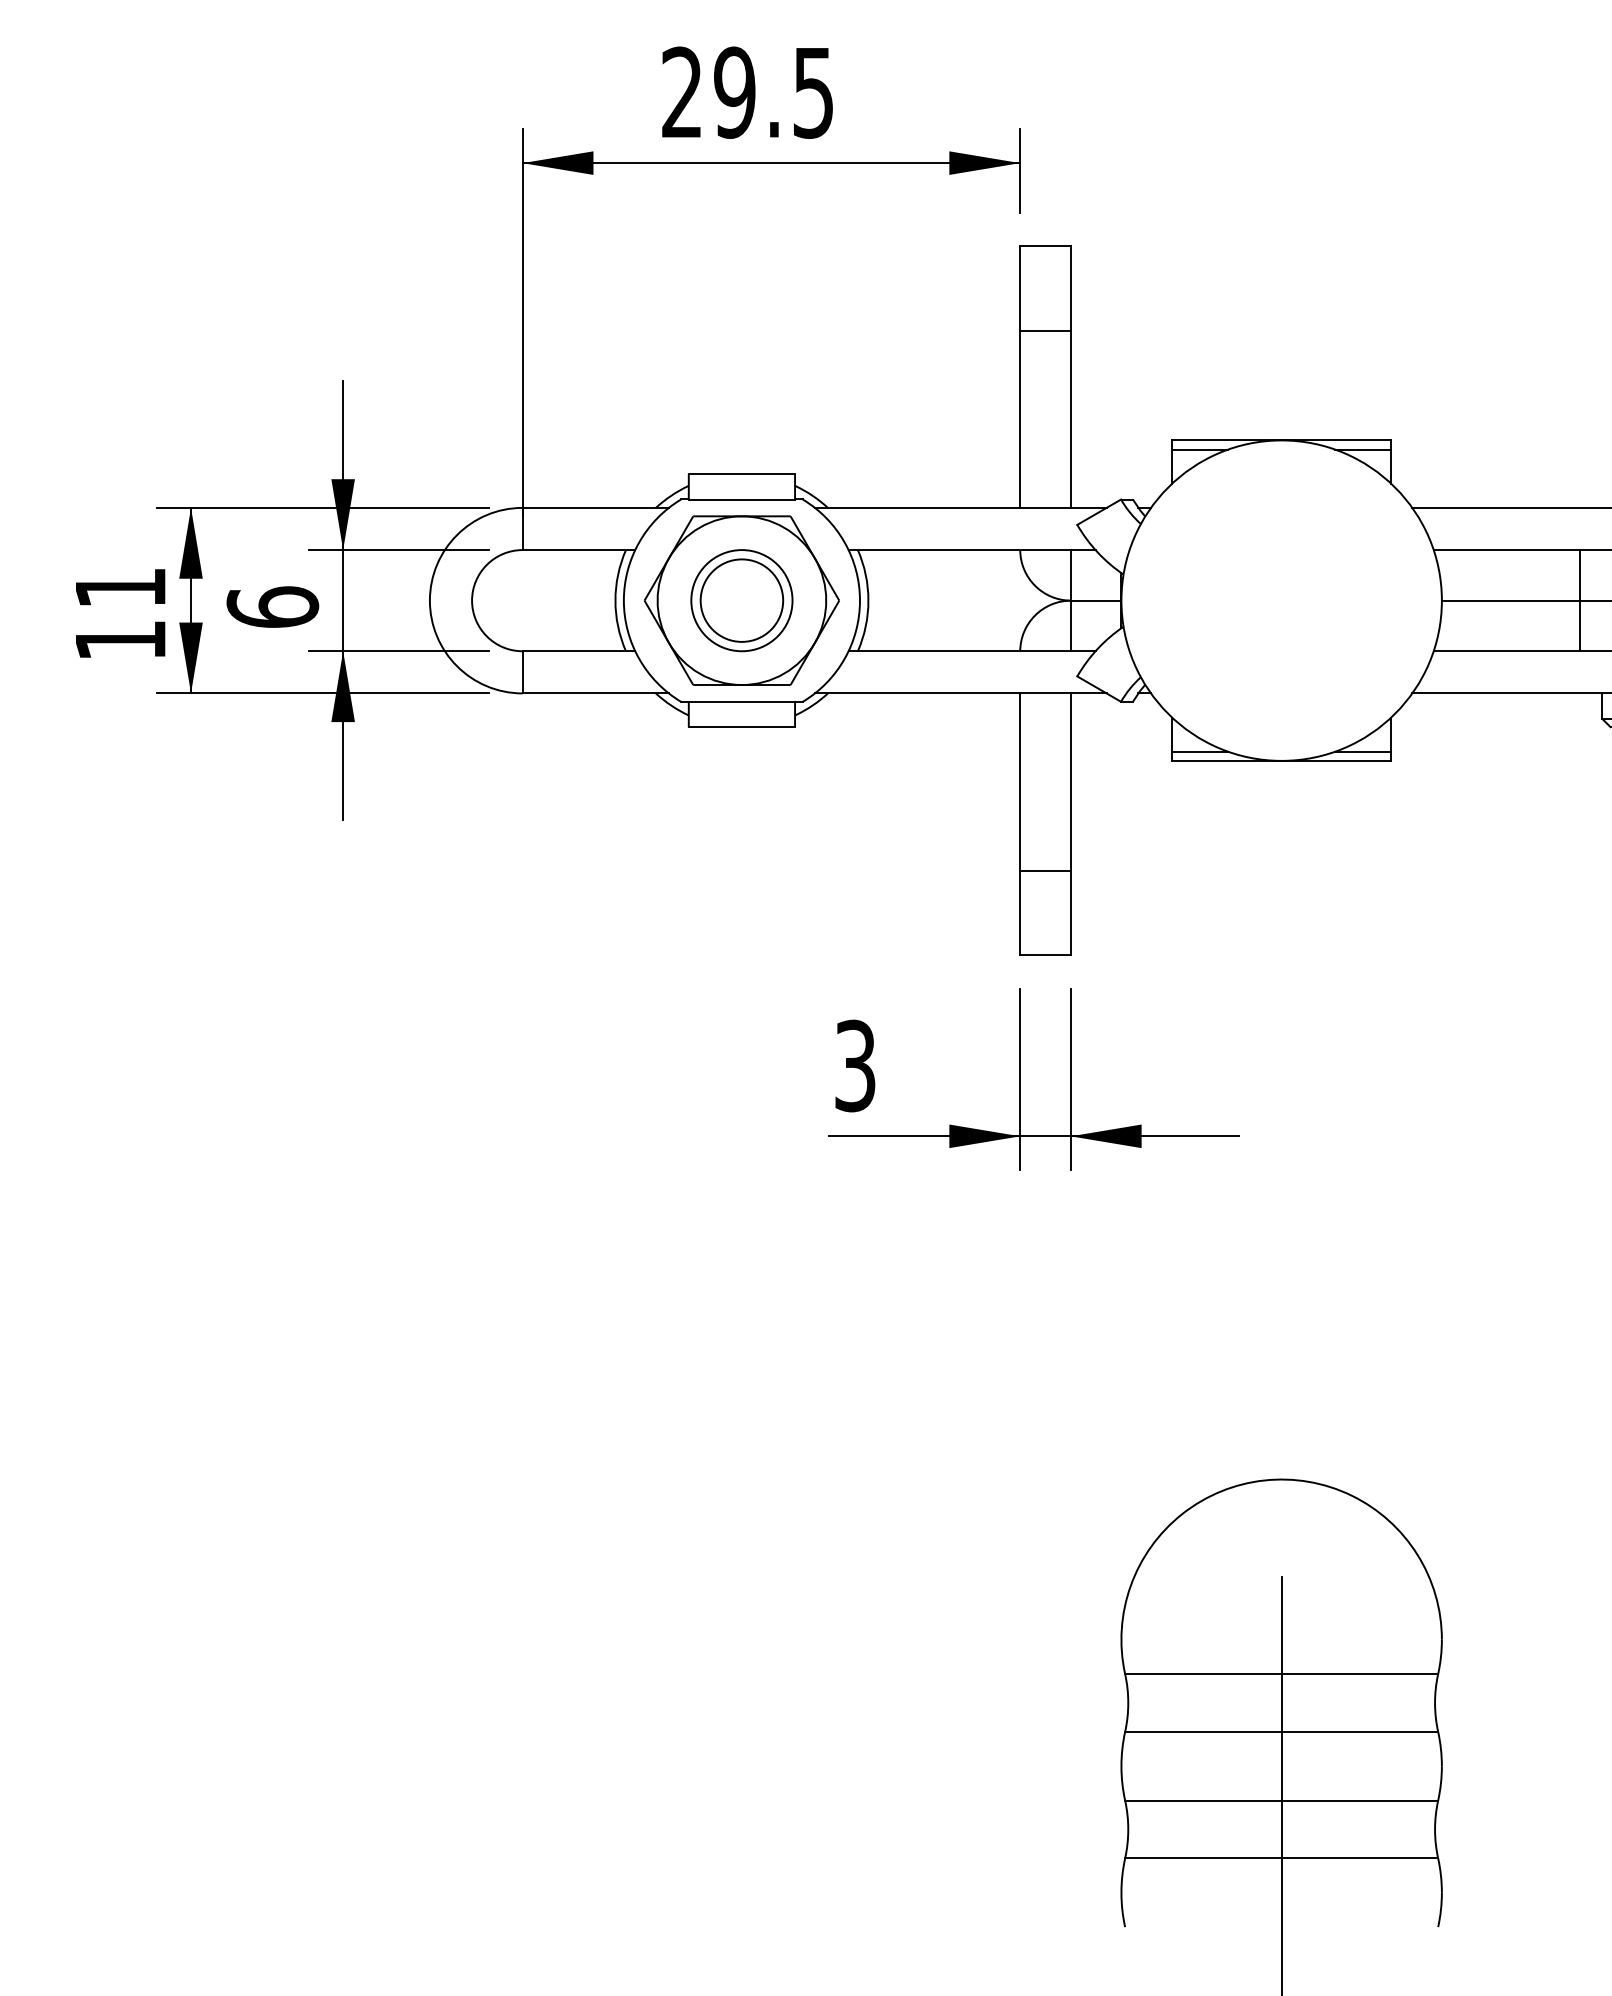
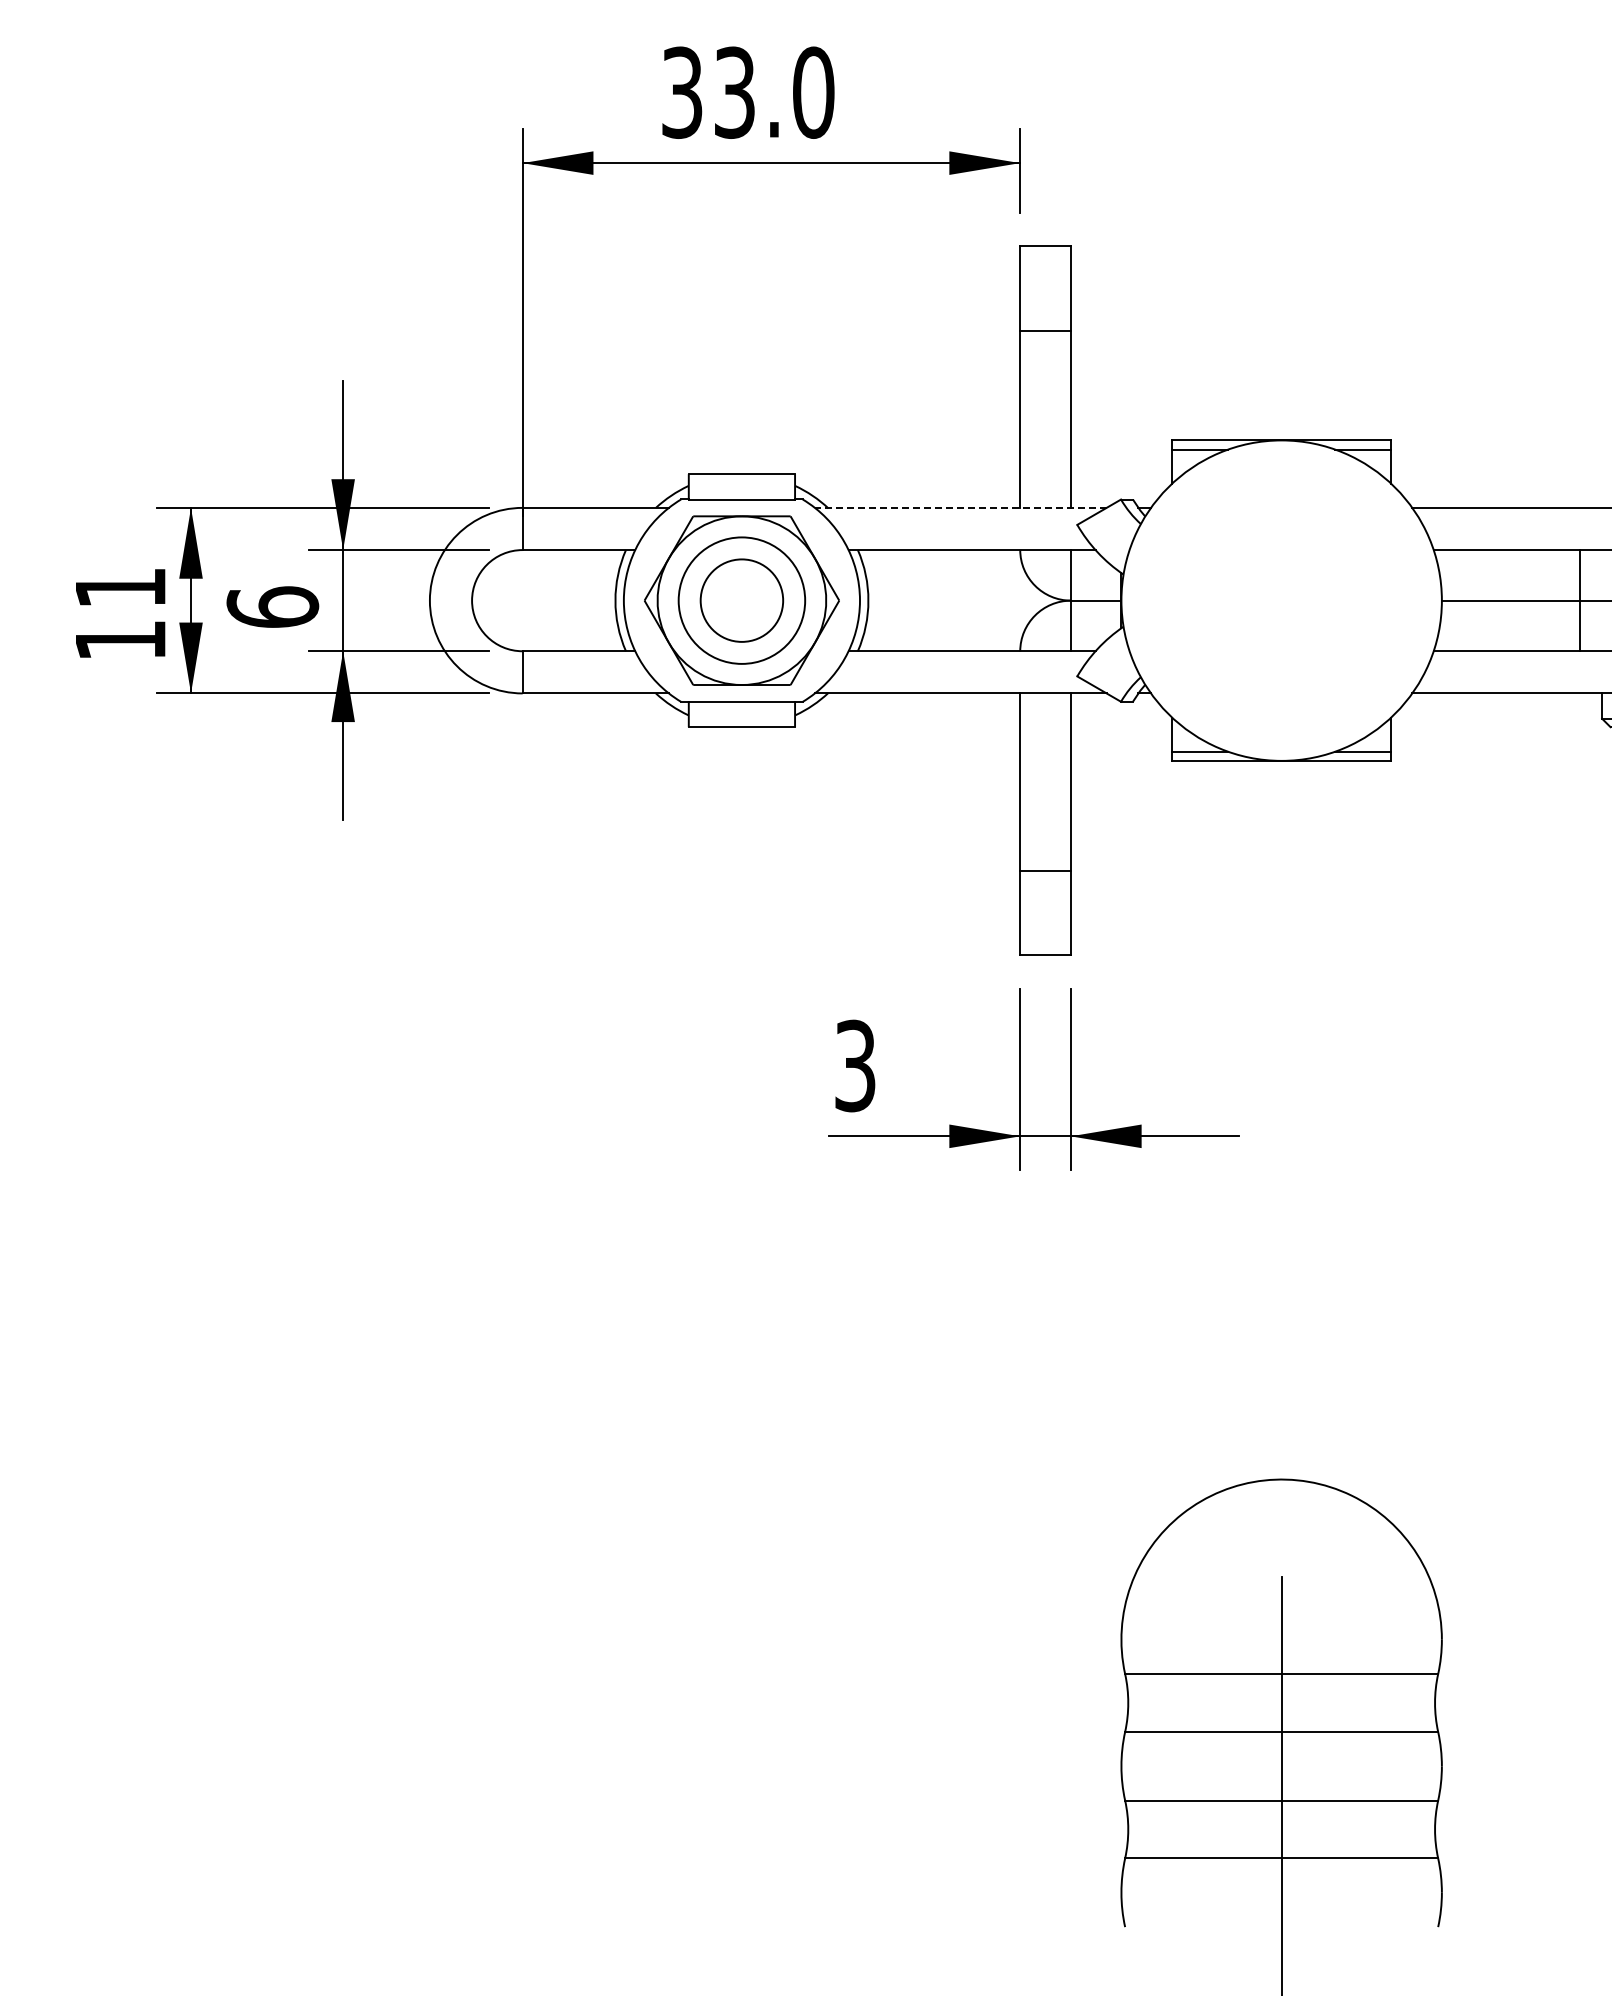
text at (748, 92): 29.5 -> 33.0
line at (960, 507): solid -> dashed
circle at (741, 600) diameter: 101 px -> 126 px
